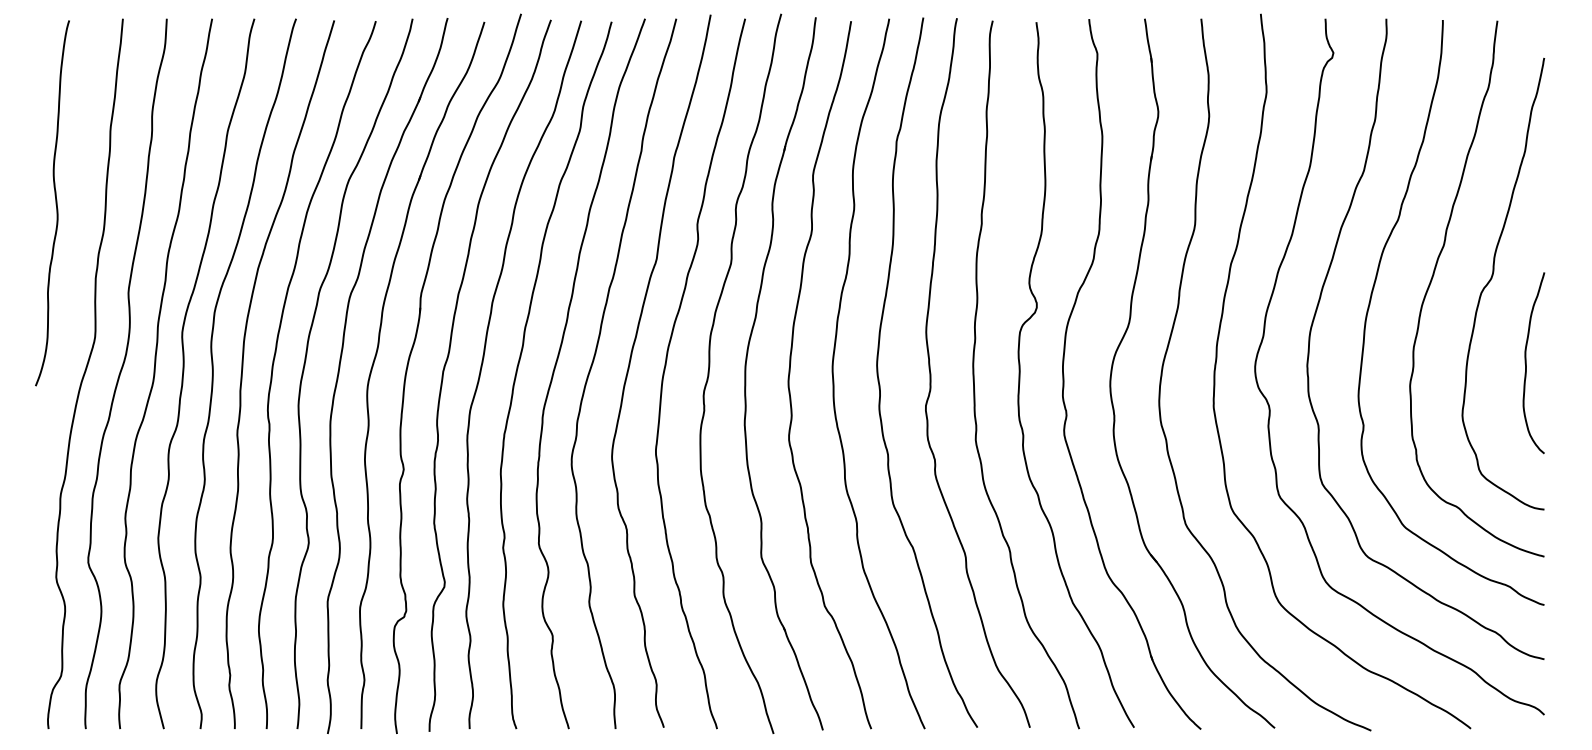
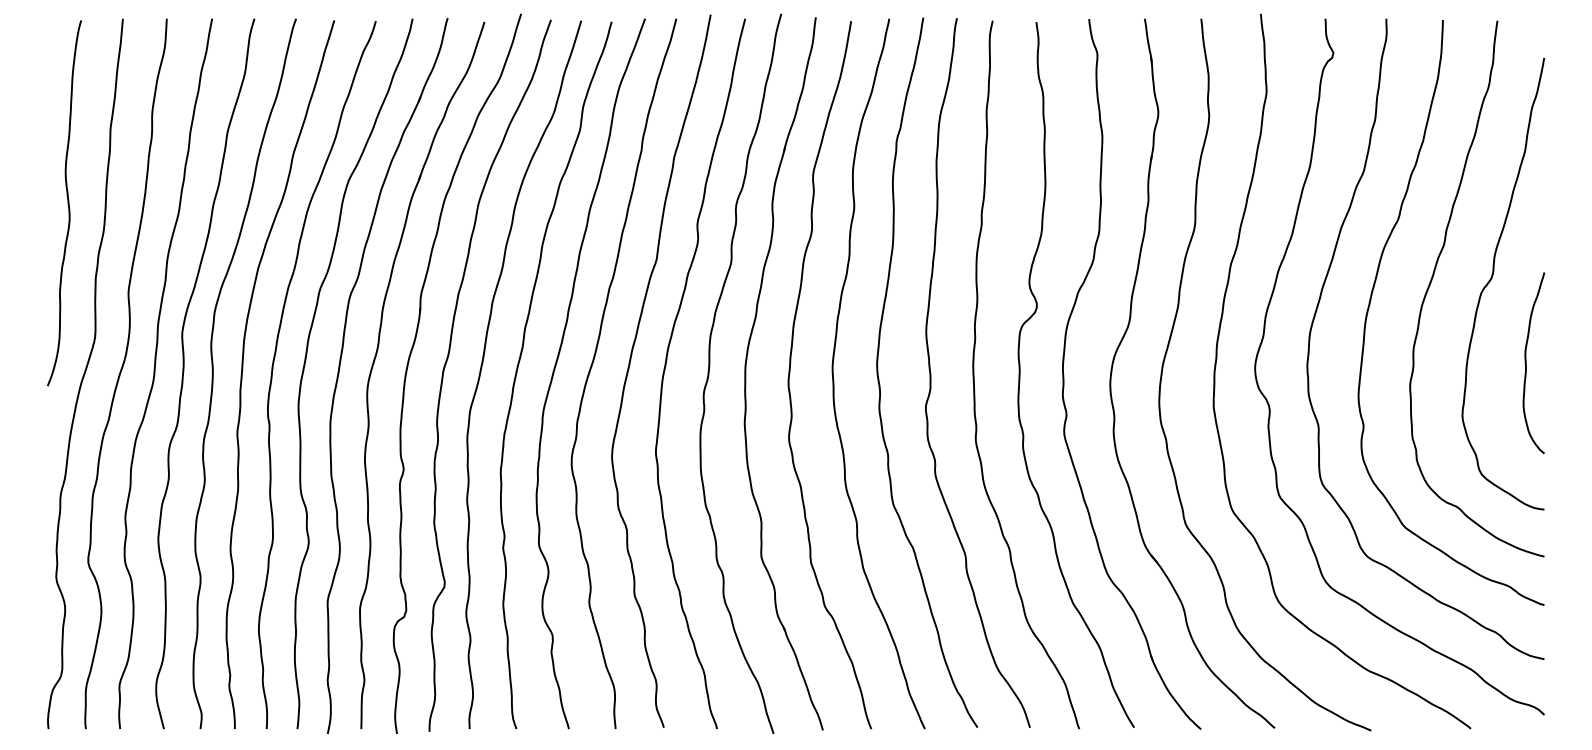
curve at (55, 203) position: (55, 203) -> (67, 203)
